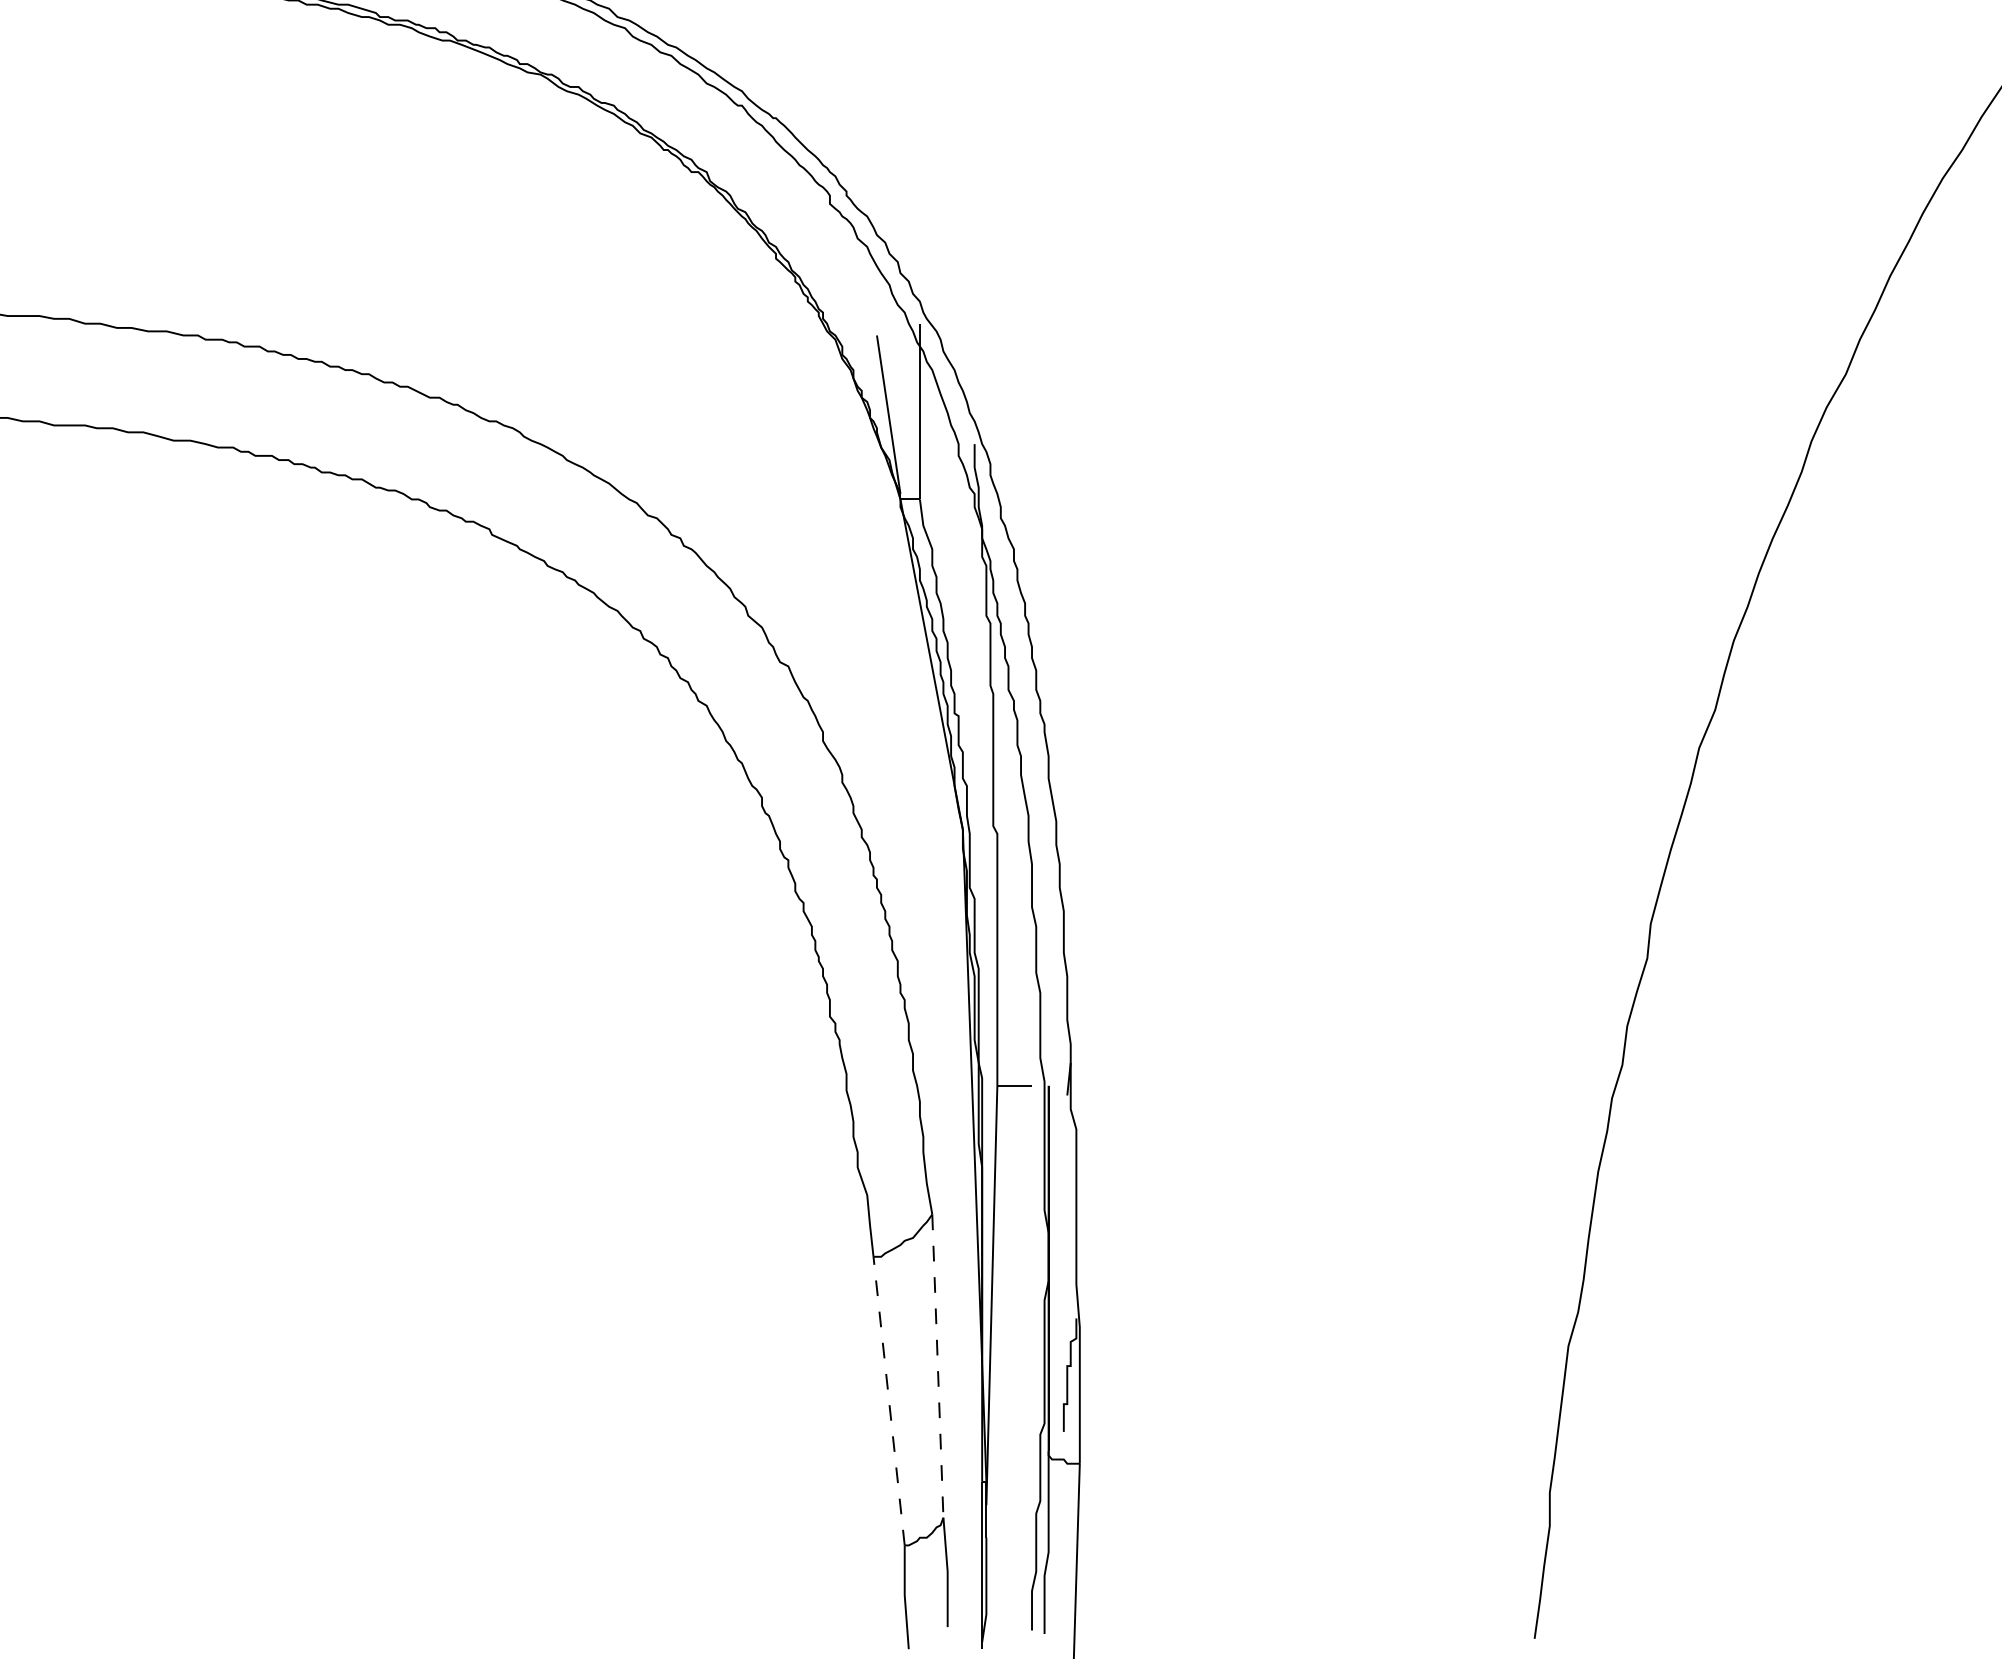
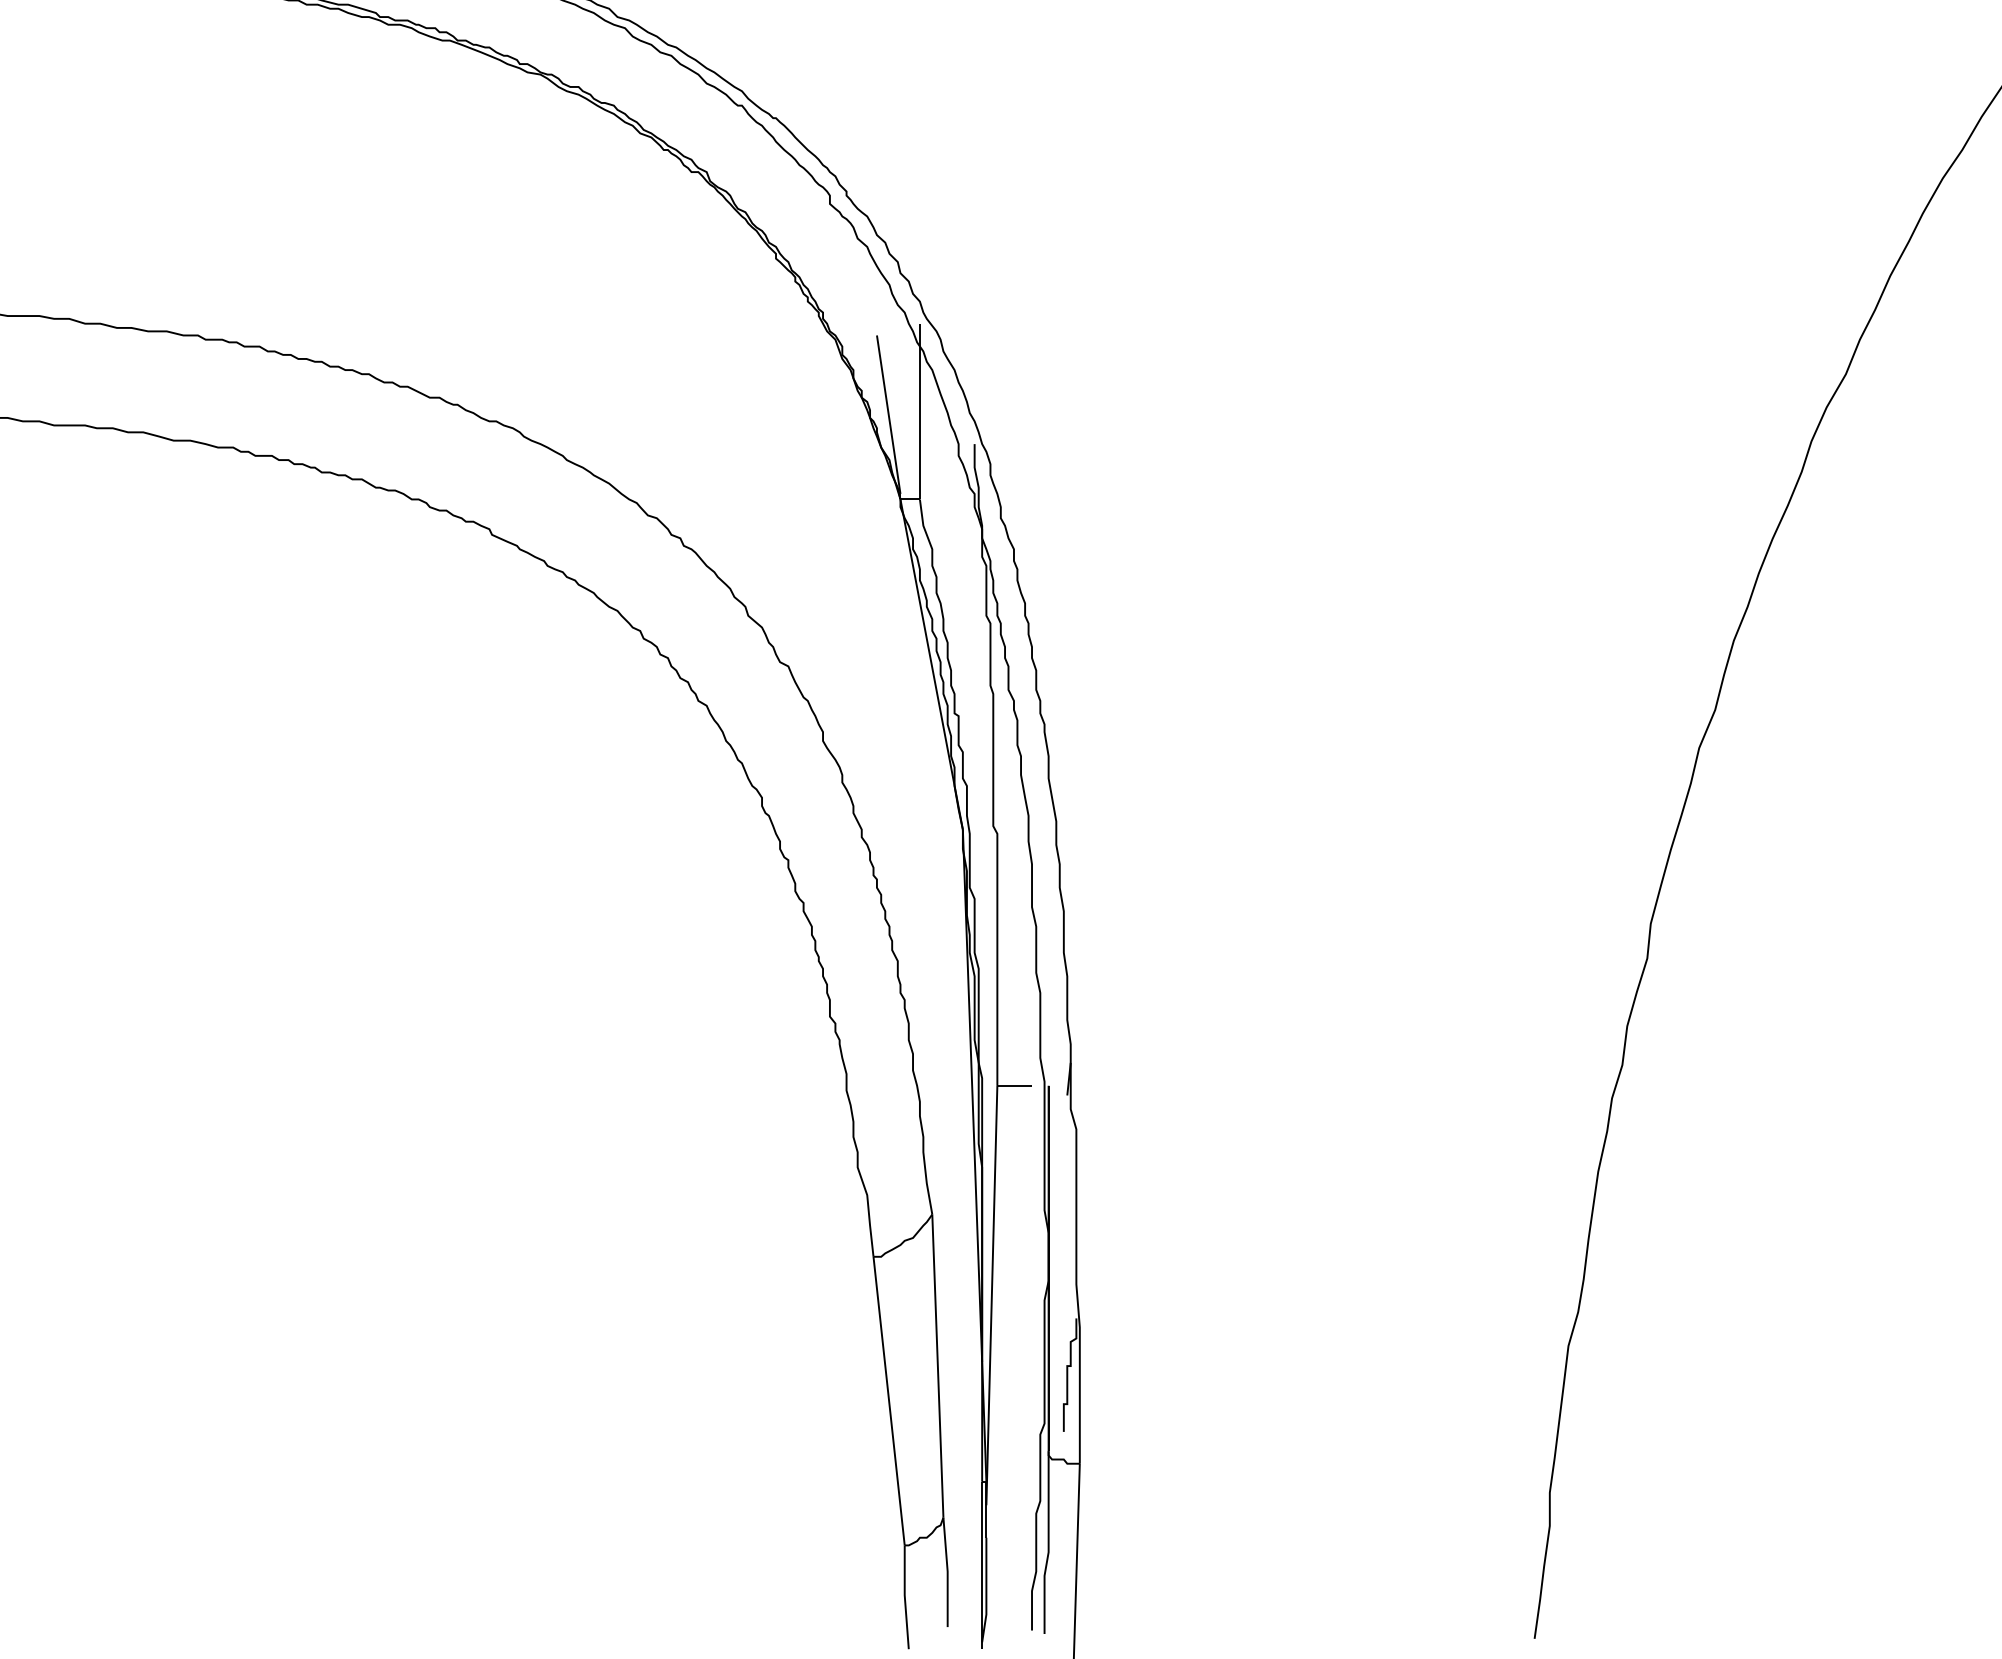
line at (937, 1366): dashed -> solid
line at (889, 1400): dashed -> solid
